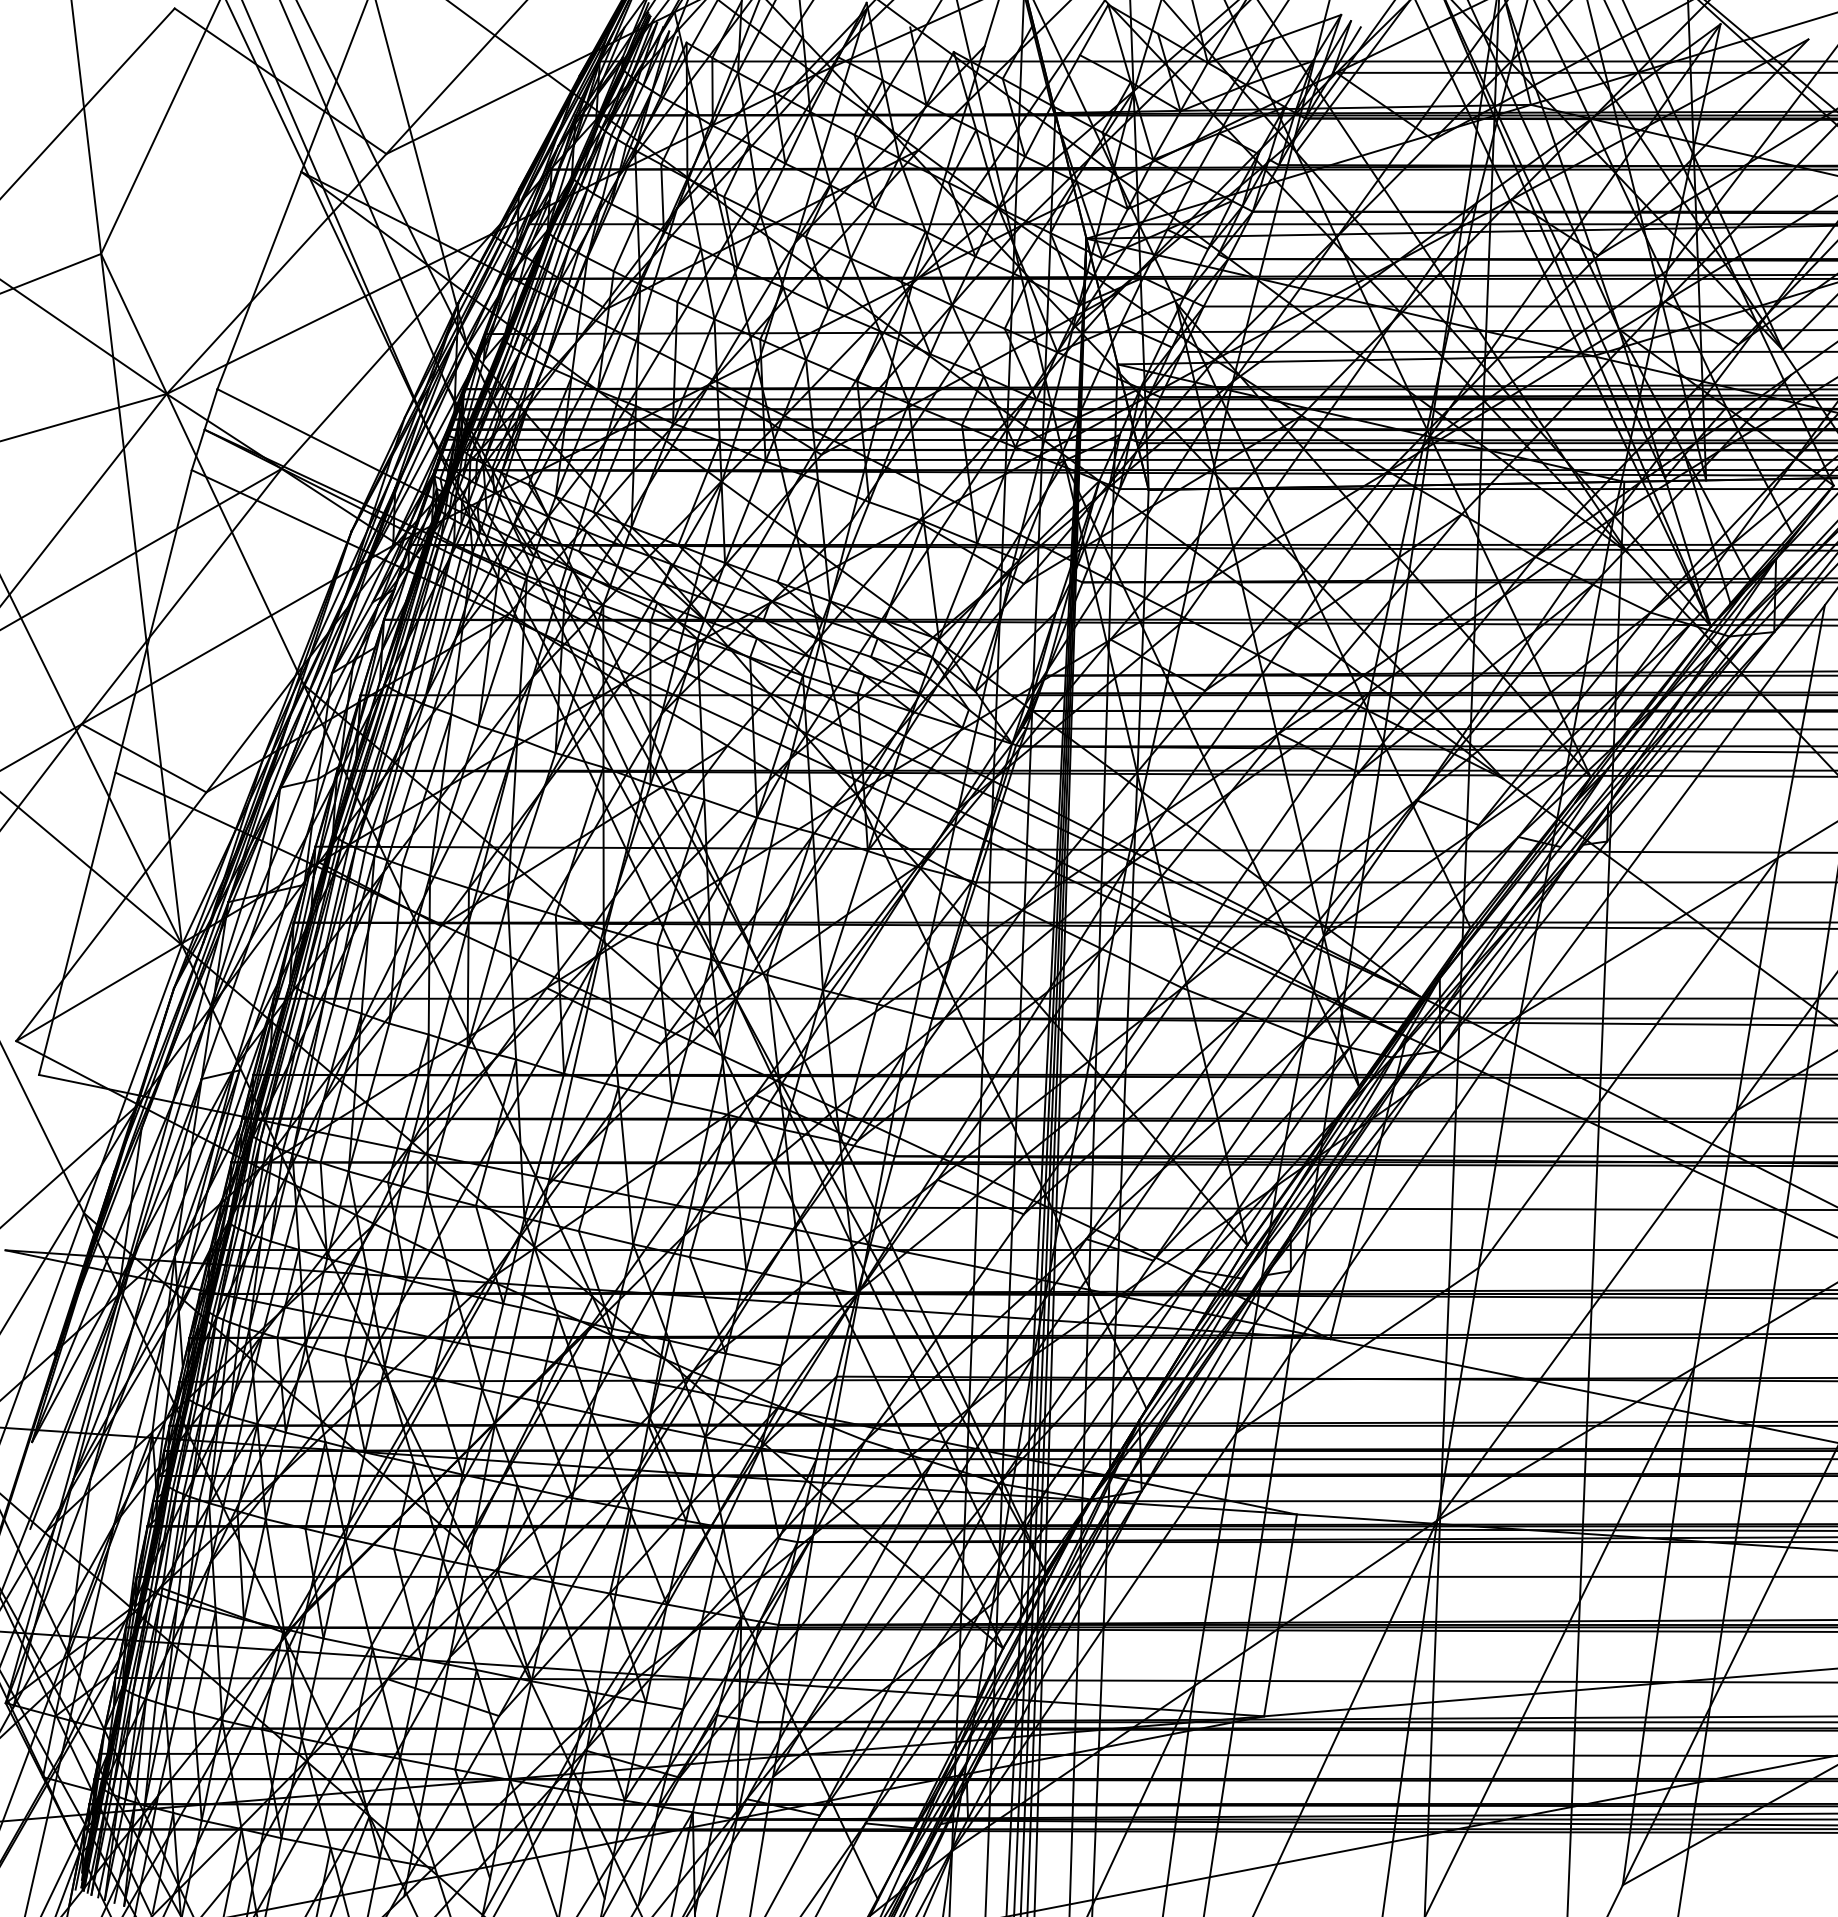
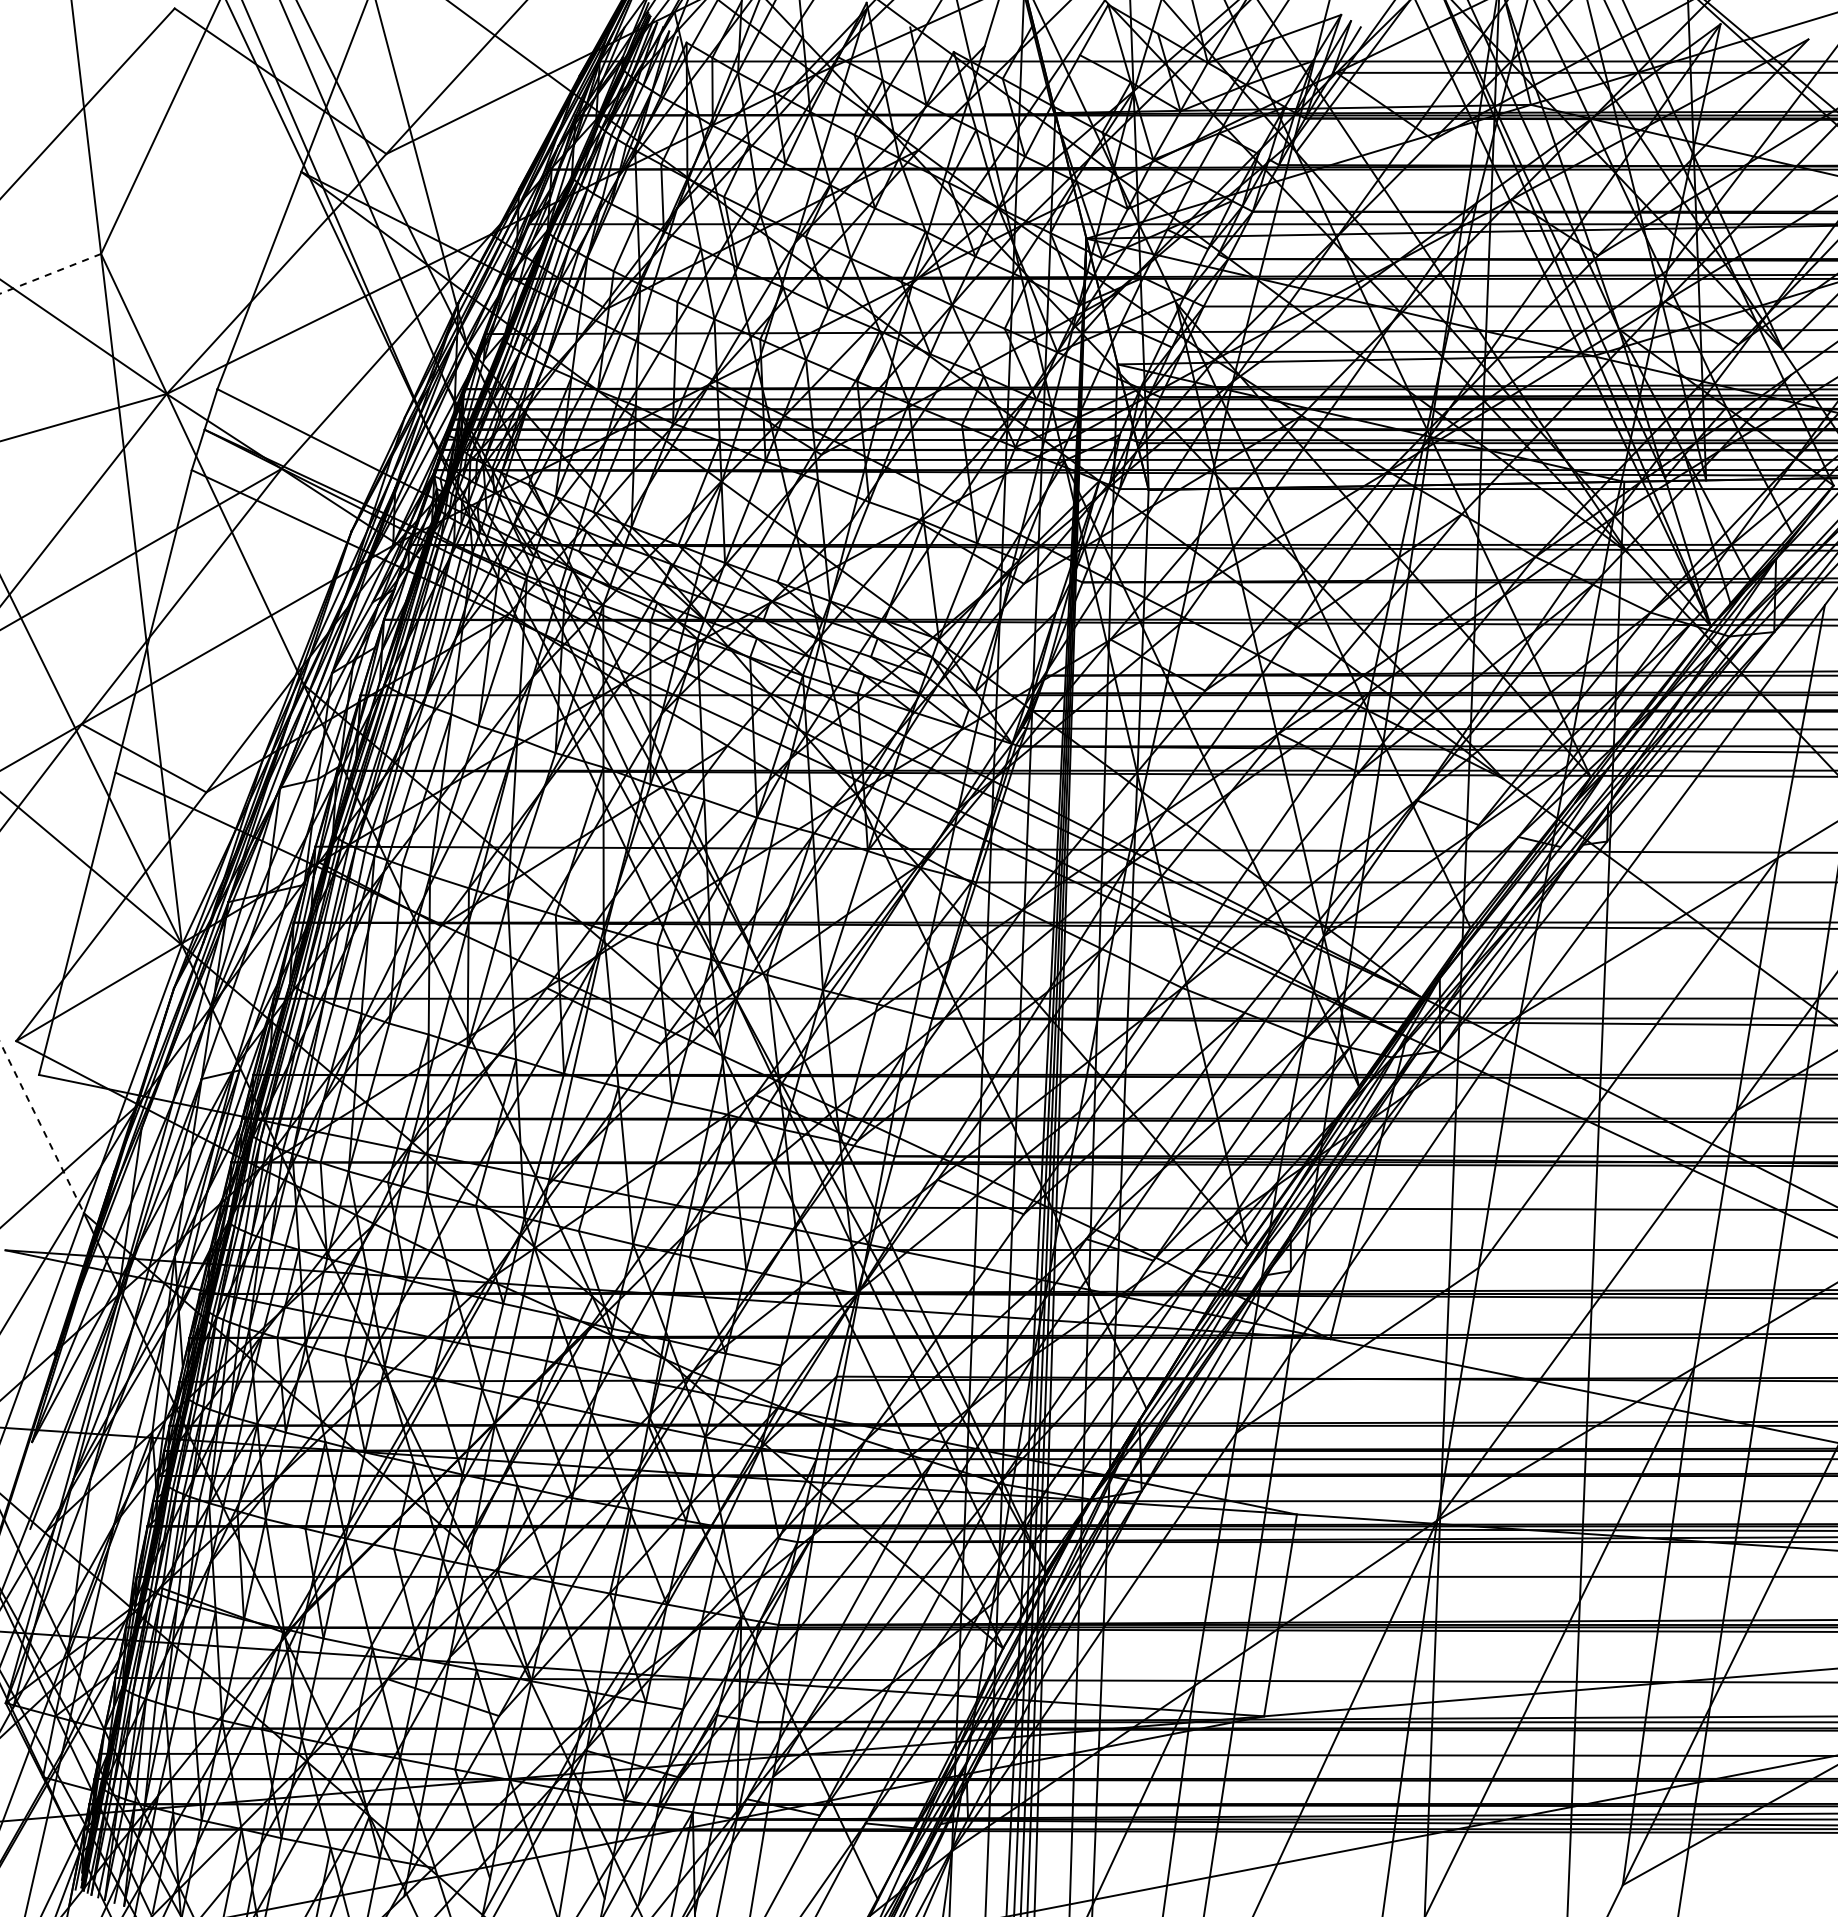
line at (51, 273): solid -> dashed
line at (42, 1128): solid -> dashed
